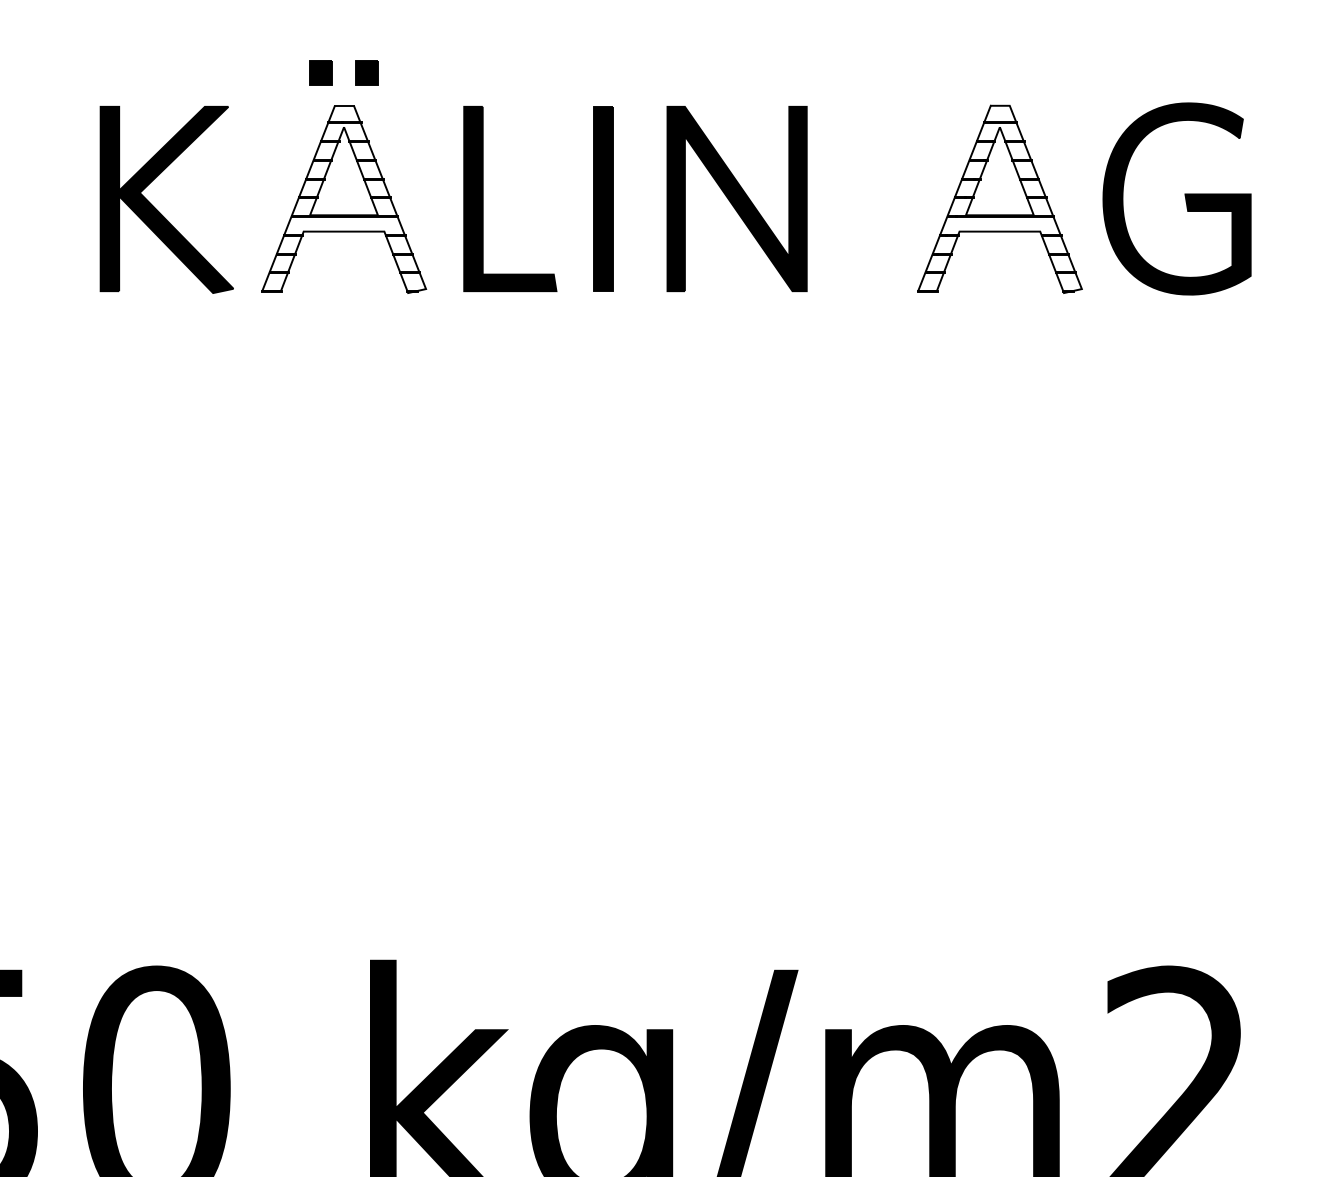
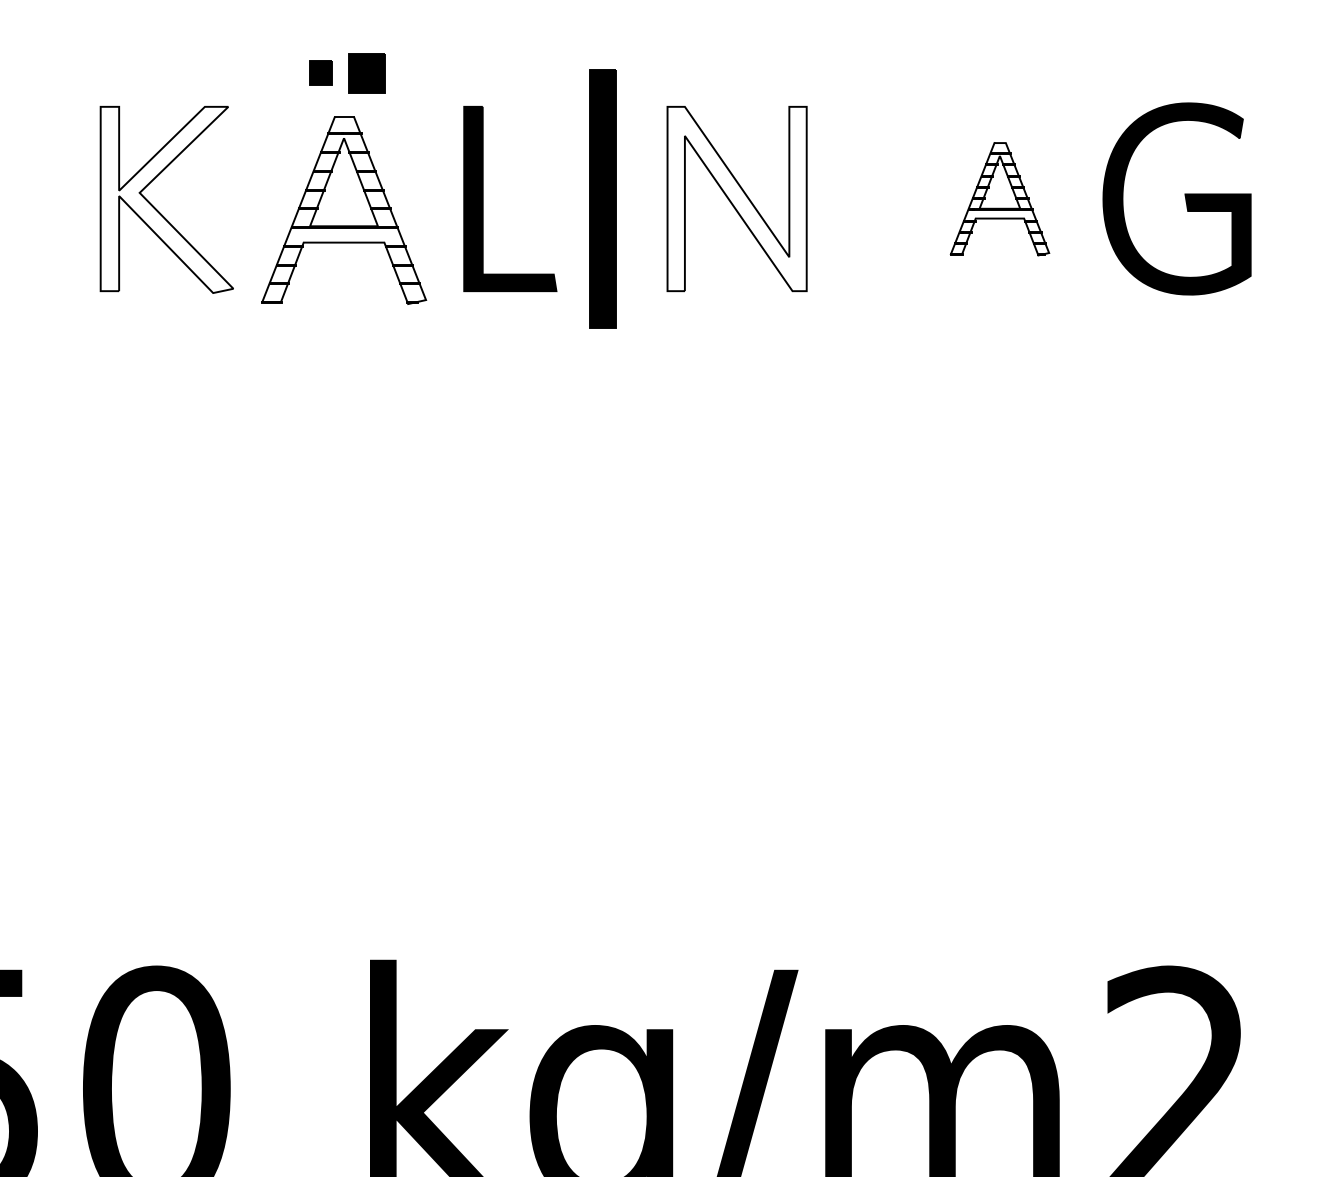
part at (366, 72) size: 24x26 px -> 38x41 px
part at (603, 198) size: 21x186 px -> 28x260 px
fill at (736, 198): present -> none
part at (999, 198) size: 166x190 px -> 102x115 px
fill at (166, 199): present -> none
part at (344, 199) position: (344, 199) -> (344, 210)
